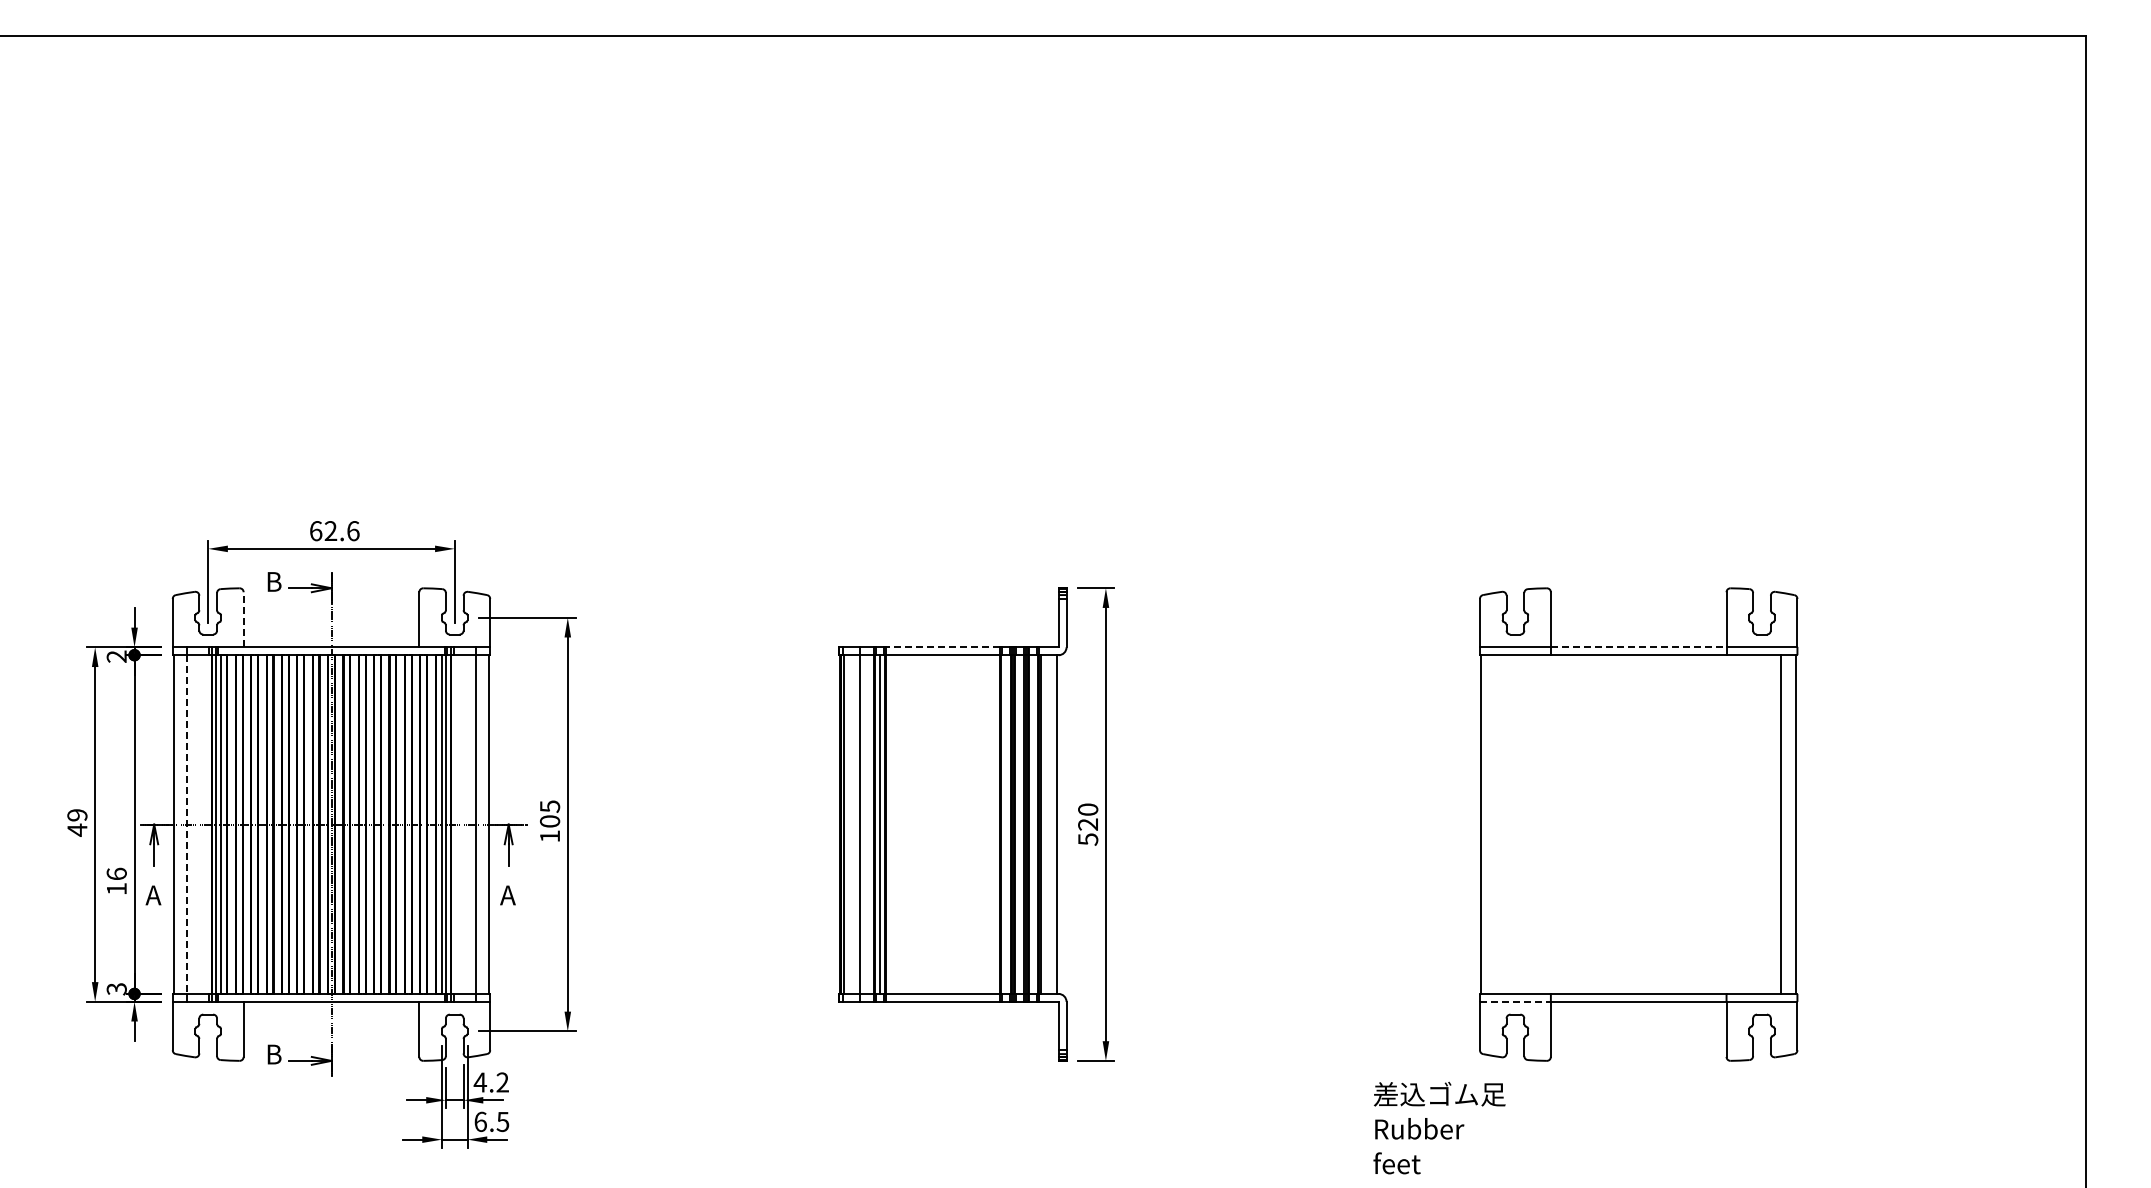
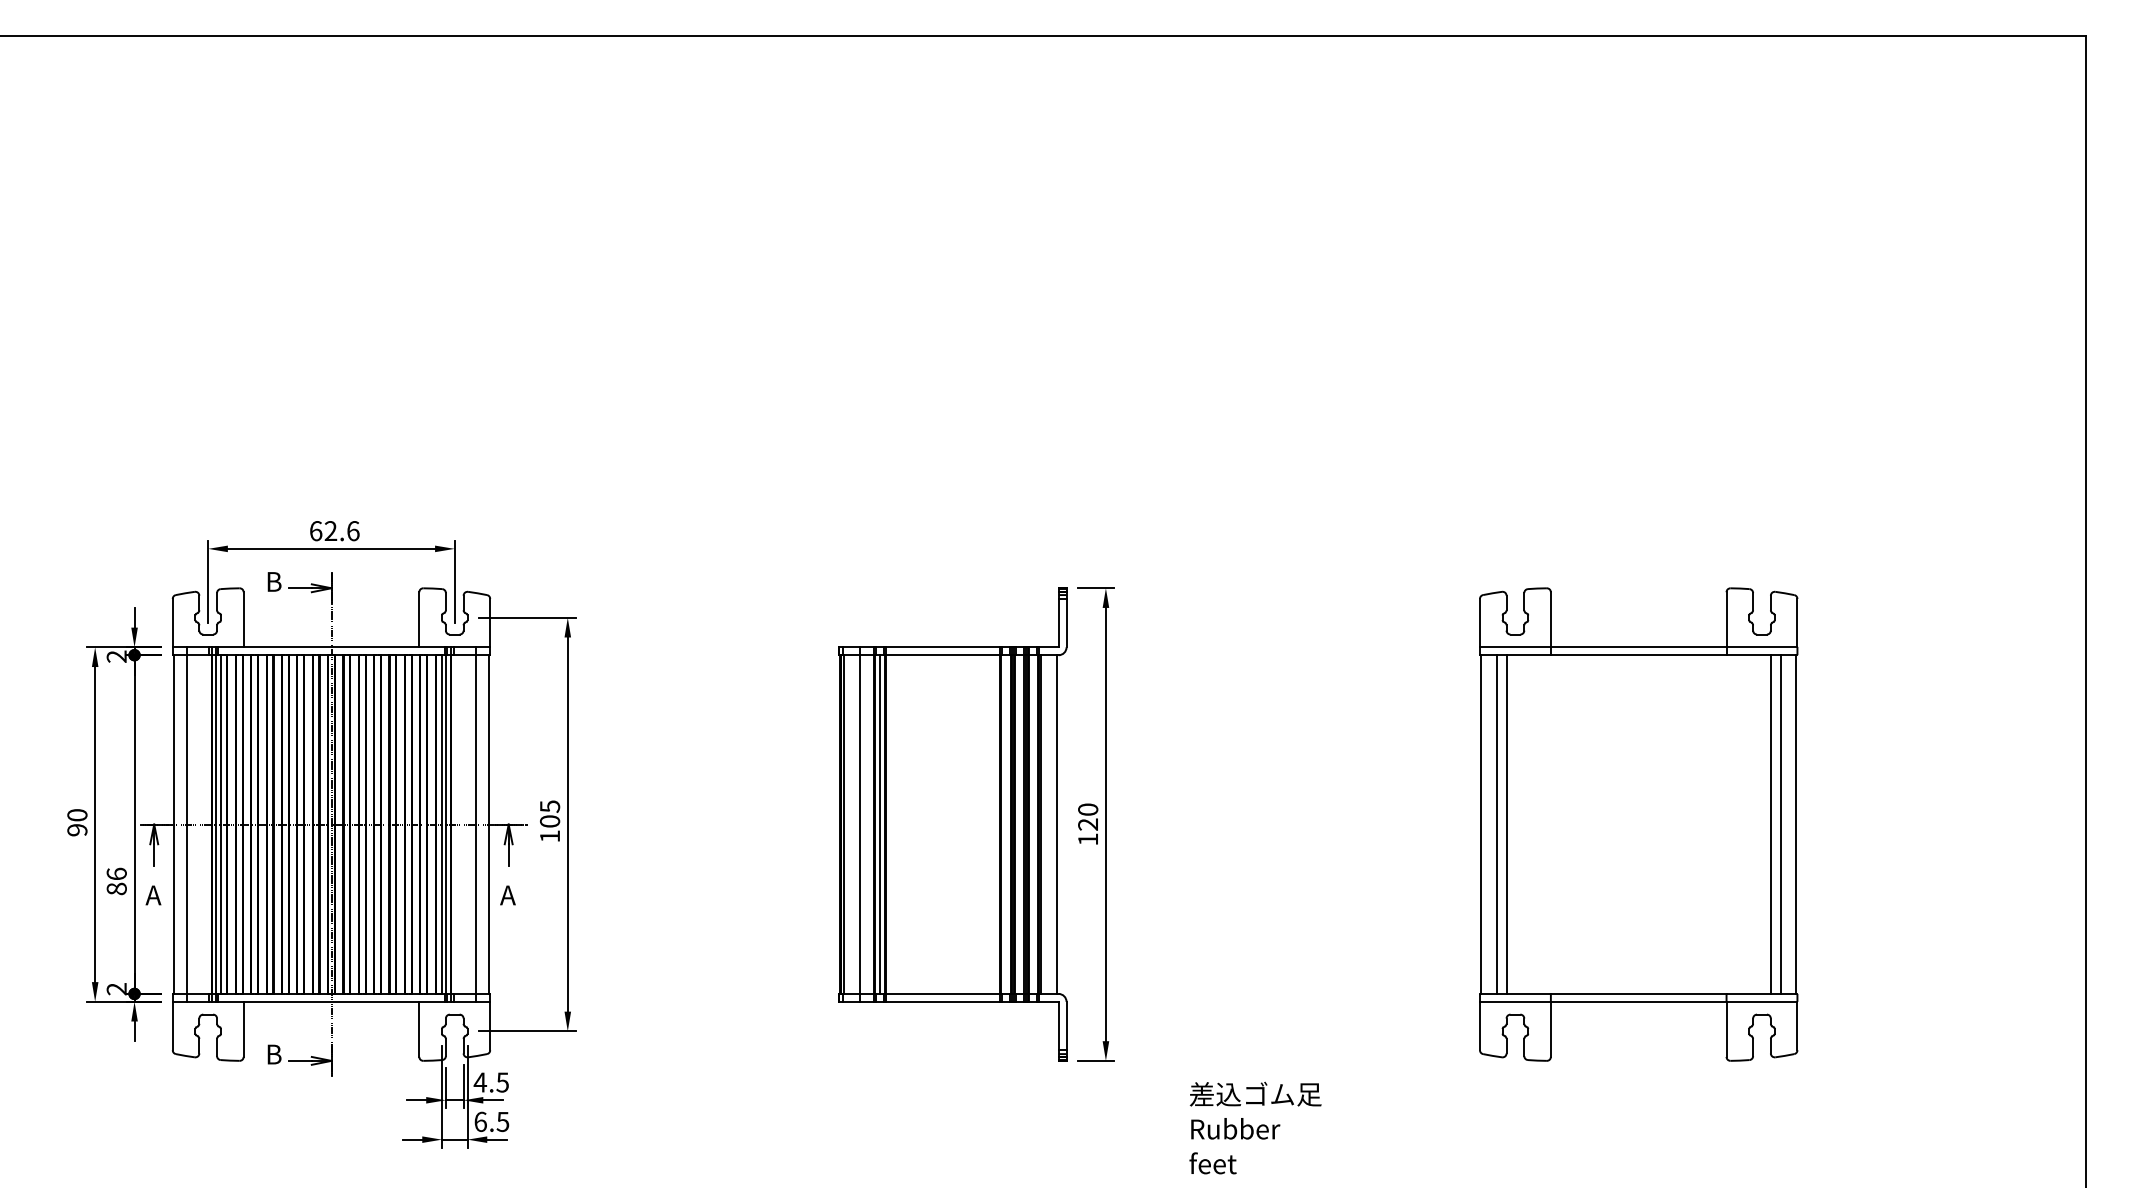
line at (243, 619): dashed -> solid
line at (942, 647): dashed -> solid
line at (1638, 647): dashed -> solid
text at (77, 822): 49 -> 90
line at (1496, 824): none -> present
line at (1506, 824): none -> present
line at (1770, 824): none -> present
line at (187, 825): dashed -> solid
text at (1088, 839): 520 -> 120
text at (116, 888): 16 -> 86
text at (116, 989): 3 -> 2
line at (1515, 1001): dashed -> solid
text at (502, 1082): 4.2 -> 4.5
text at (1439, 1127) position: (1439, 1127) -> (1255, 1127)
